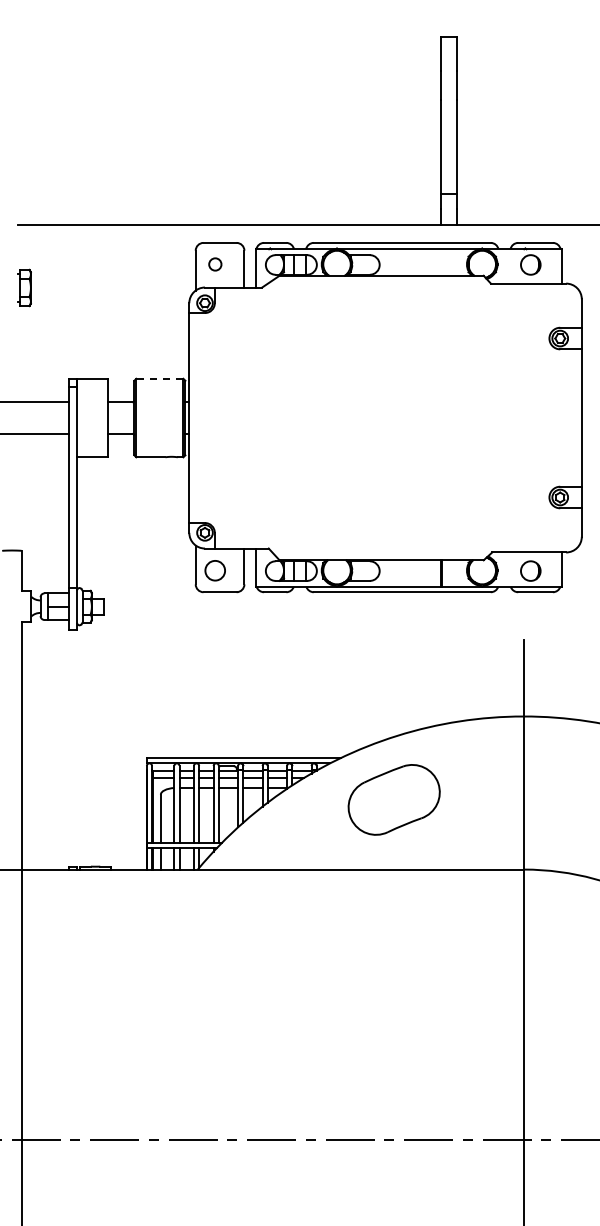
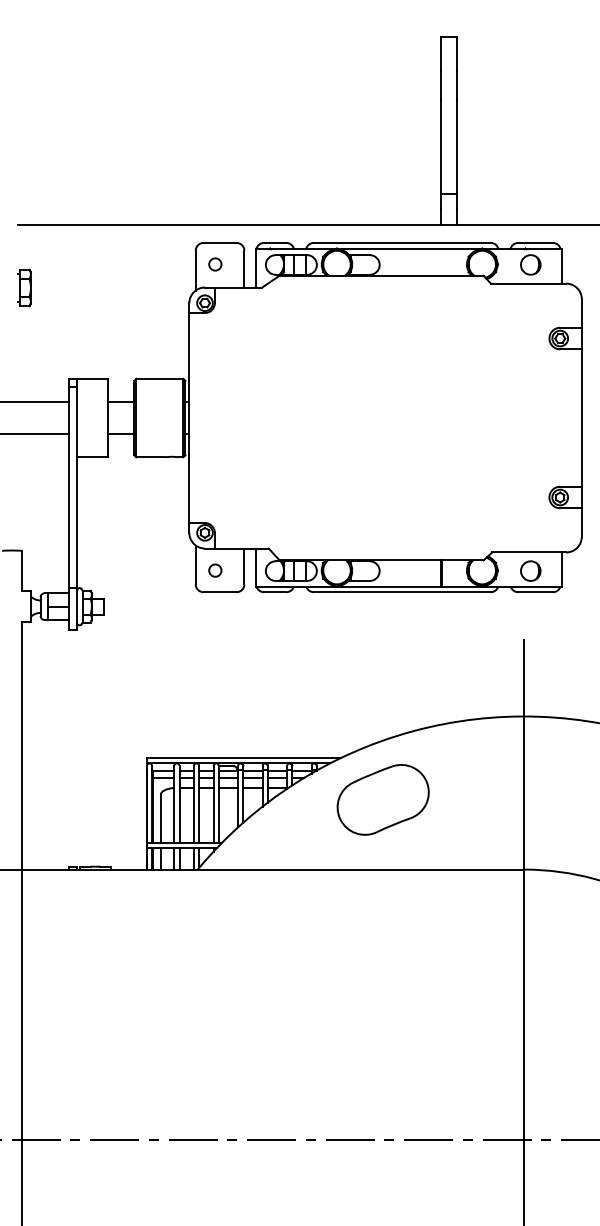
line at (159, 378): dashed -> solid
circle at (214, 570) size: 22x22 px -> 15x15 px
part at (393, 799) position: (393, 799) -> (382, 799)
